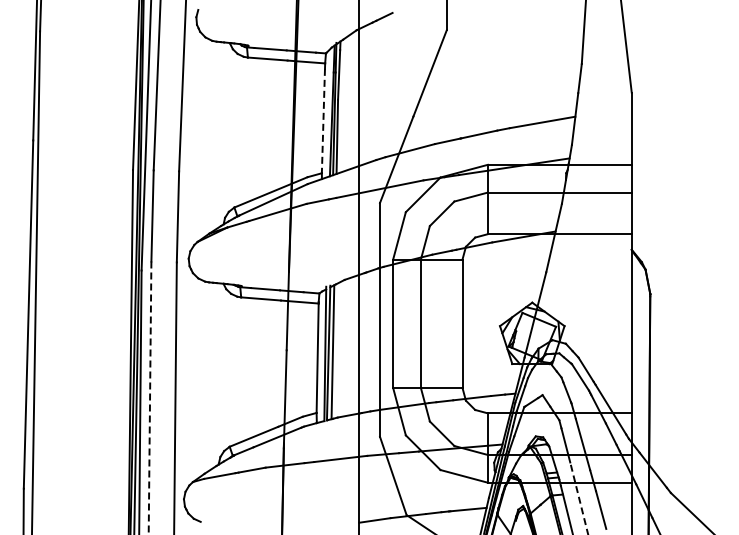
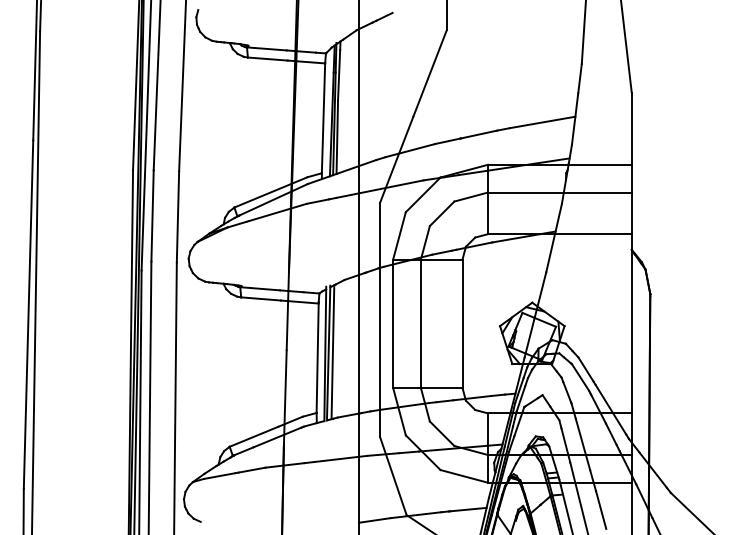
line at (323, 121): dashed -> solid
line at (150, 398): dashed -> solid
line at (579, 498): dashed -> solid
